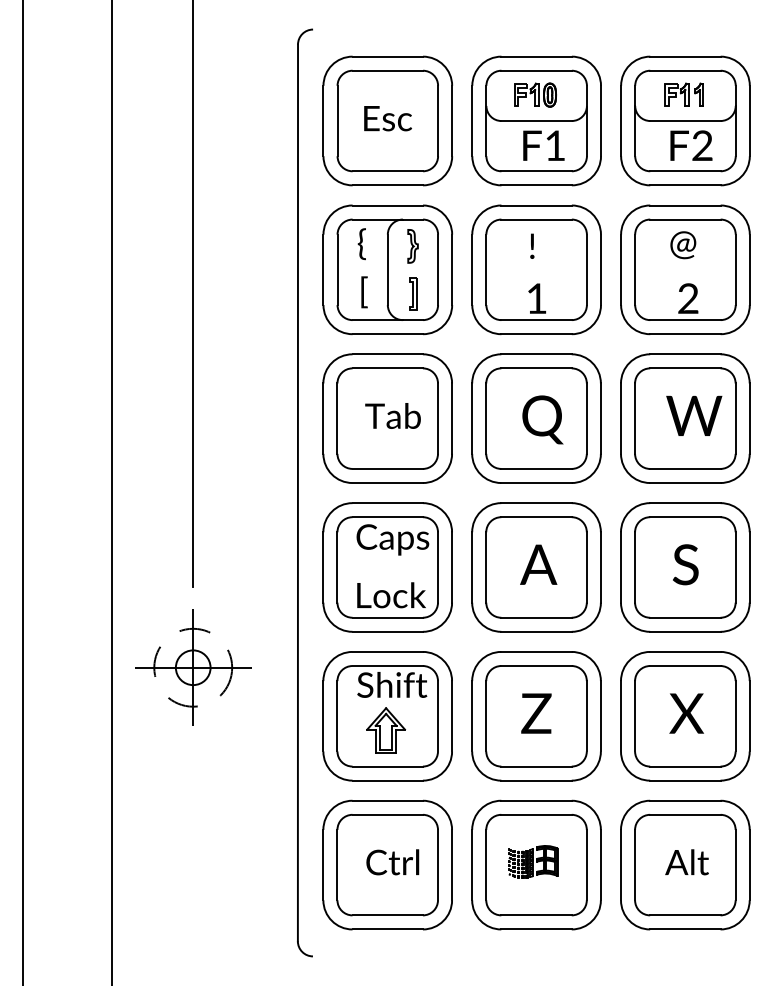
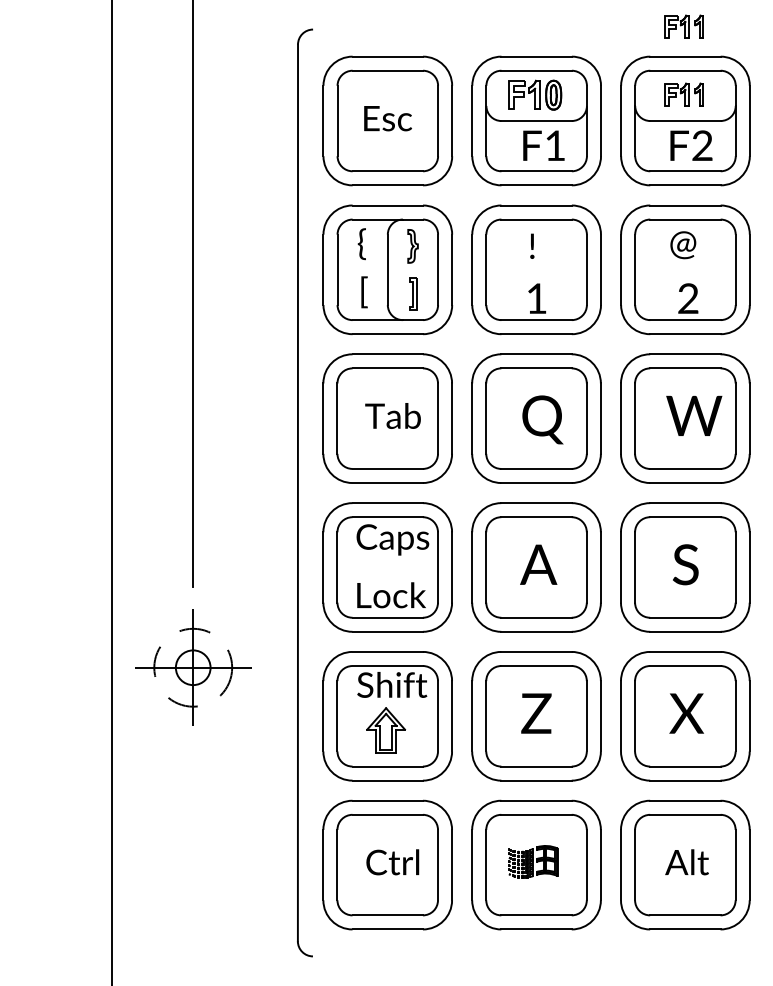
part at (683, 26): none -> present
part at (535, 94) size: 43x26 px -> 55x32 px
line at (23, 492): present -> none
